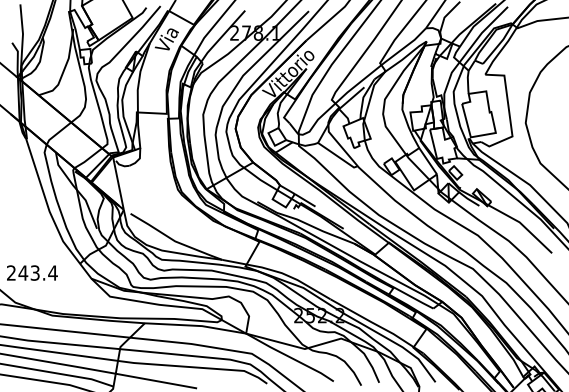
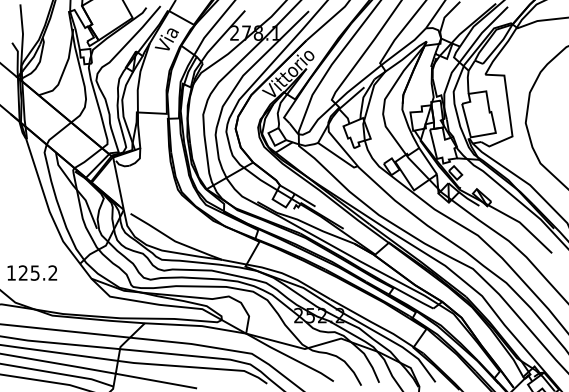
text at (32, 272): 243.4 -> 125.2
